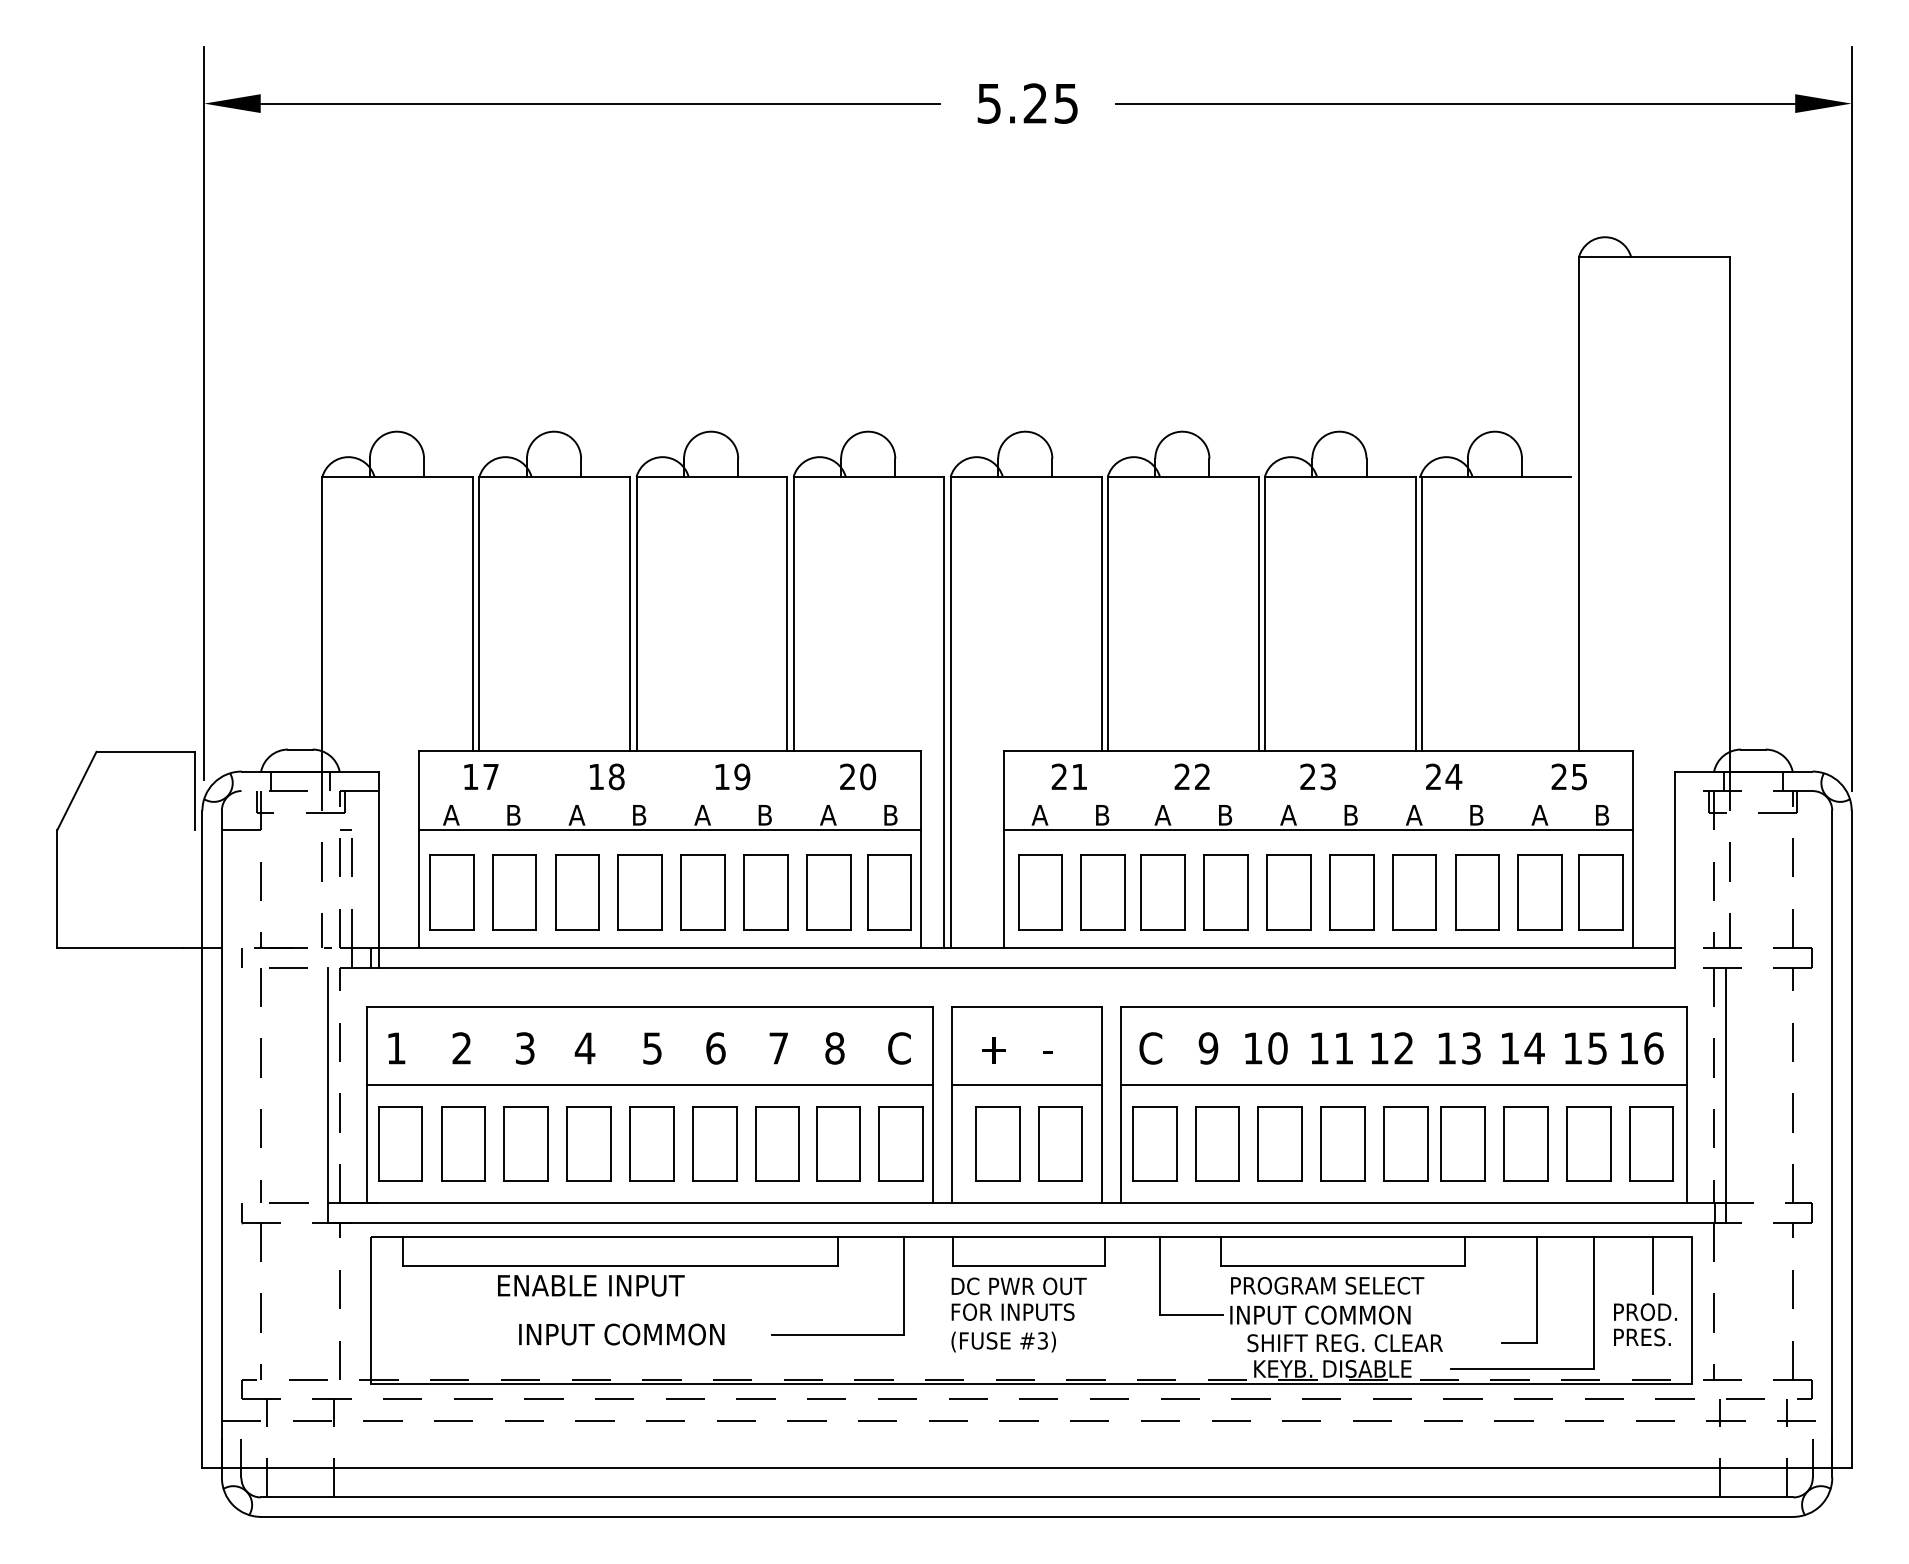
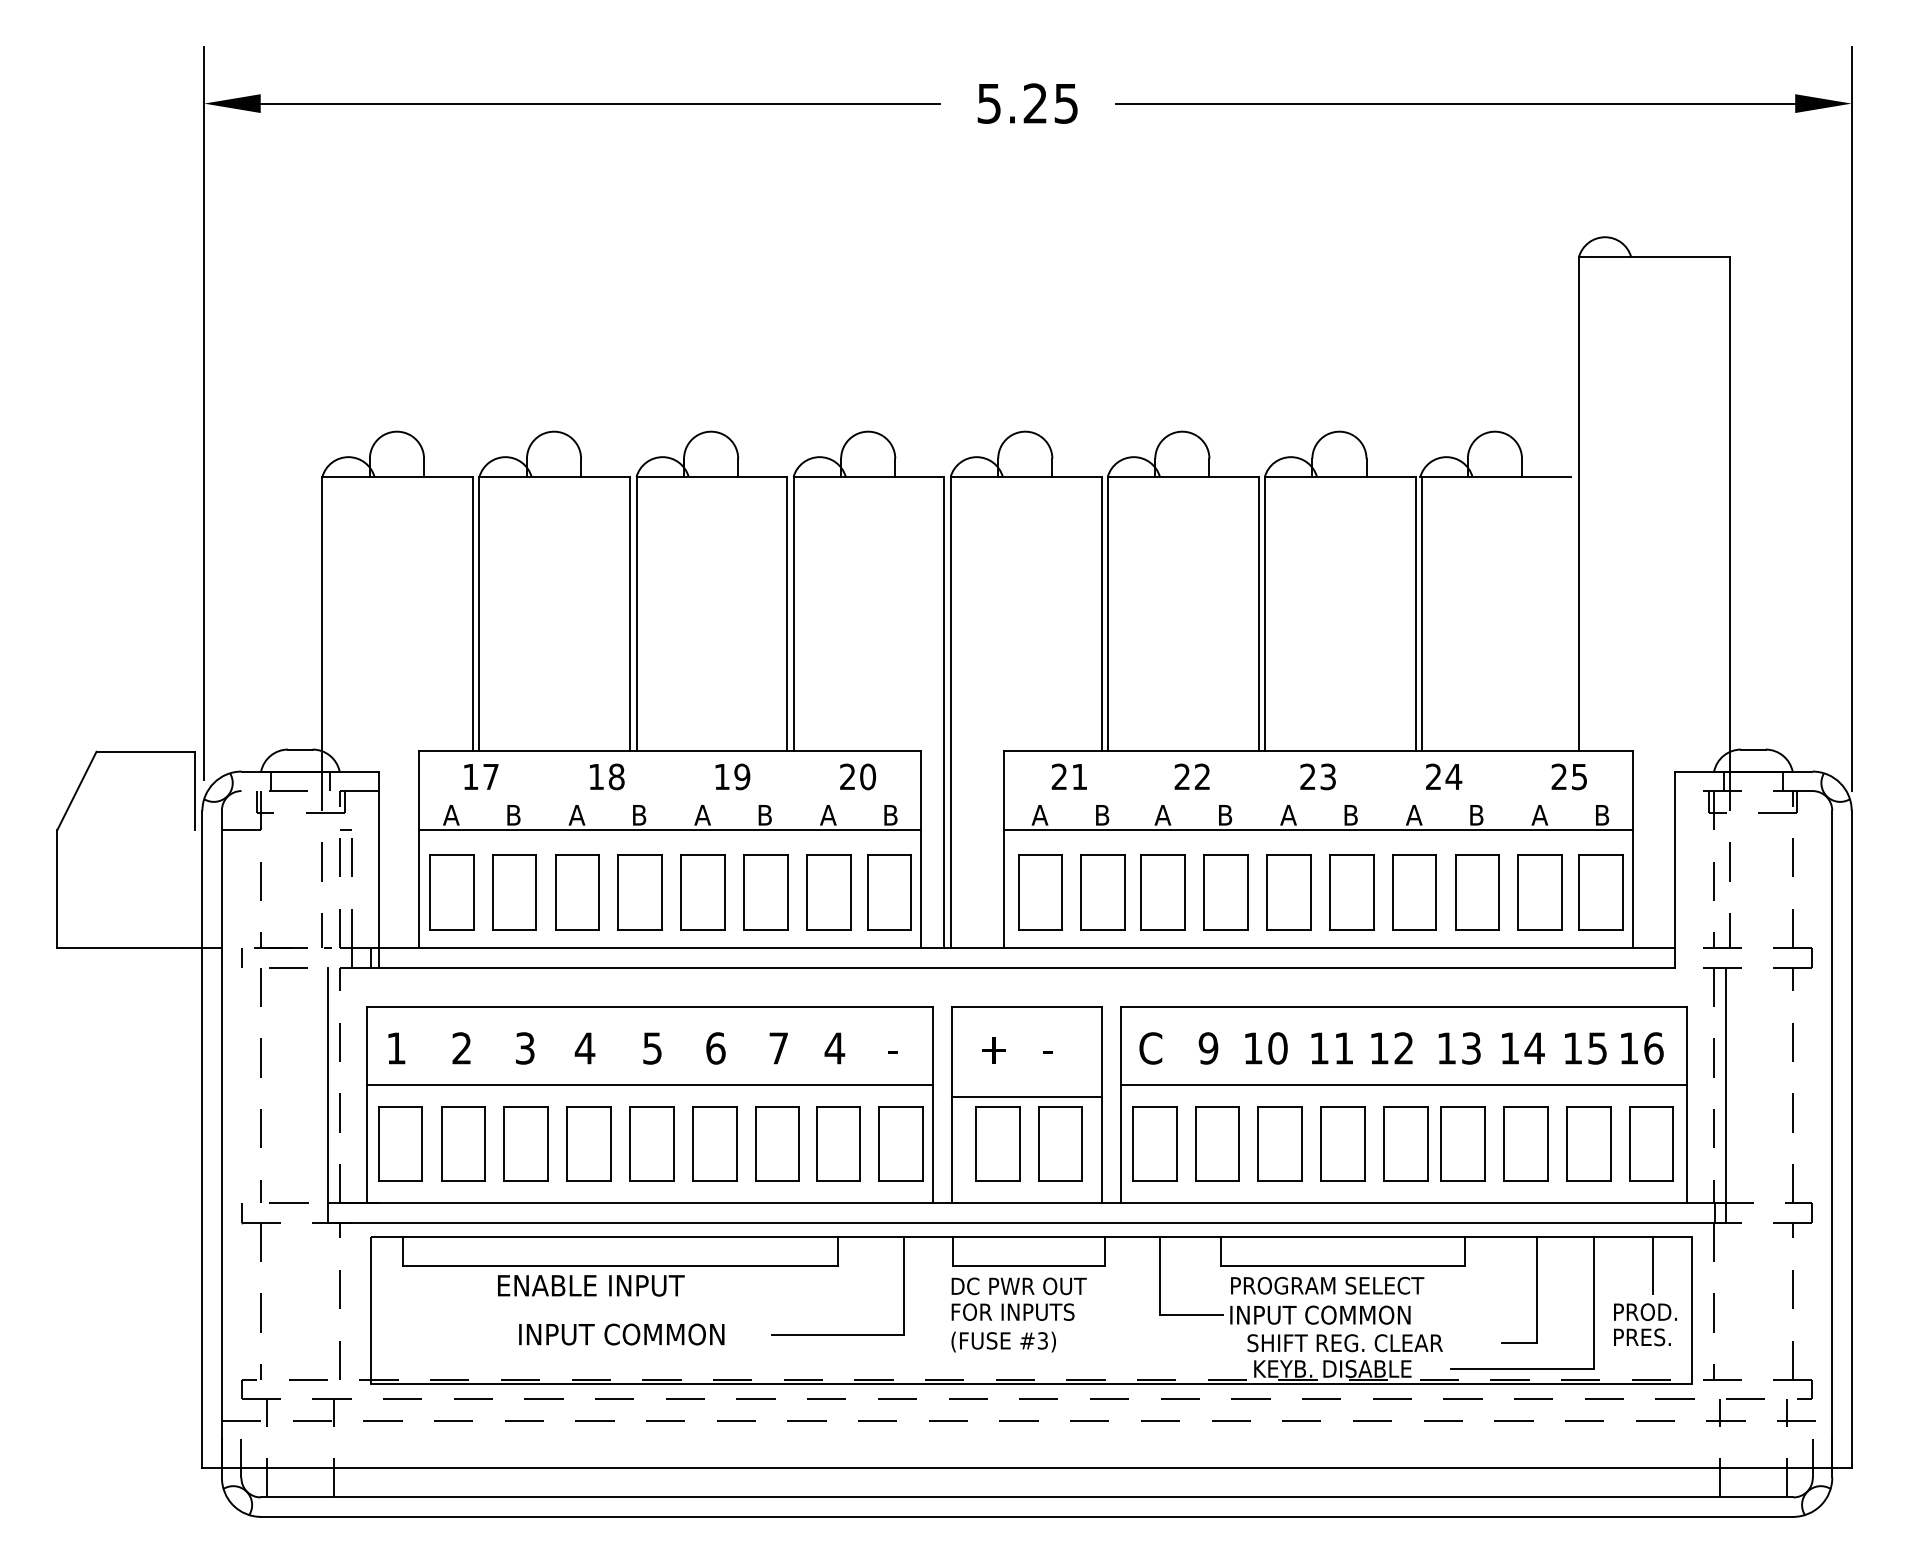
text at (834, 1048): 8 -> 4
text at (899, 1048): C -> -
line at (1027, 1085) position: (1027, 1085) -> (1027, 1097)
